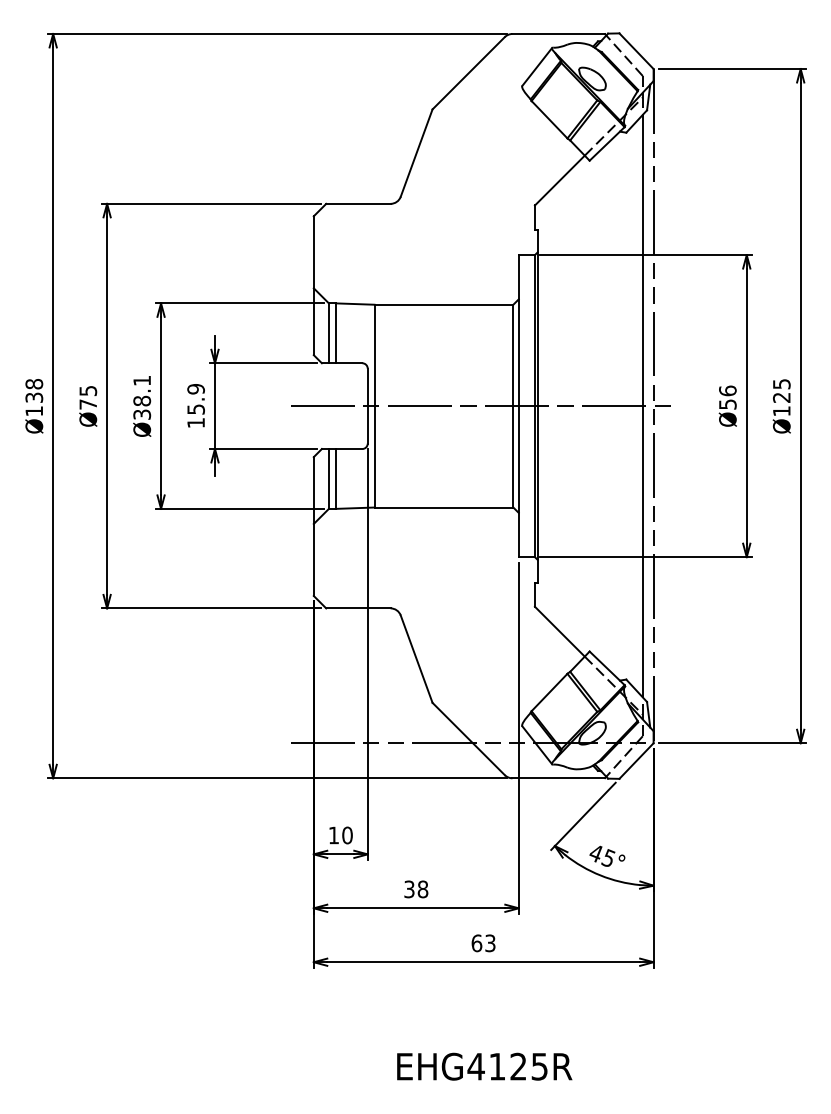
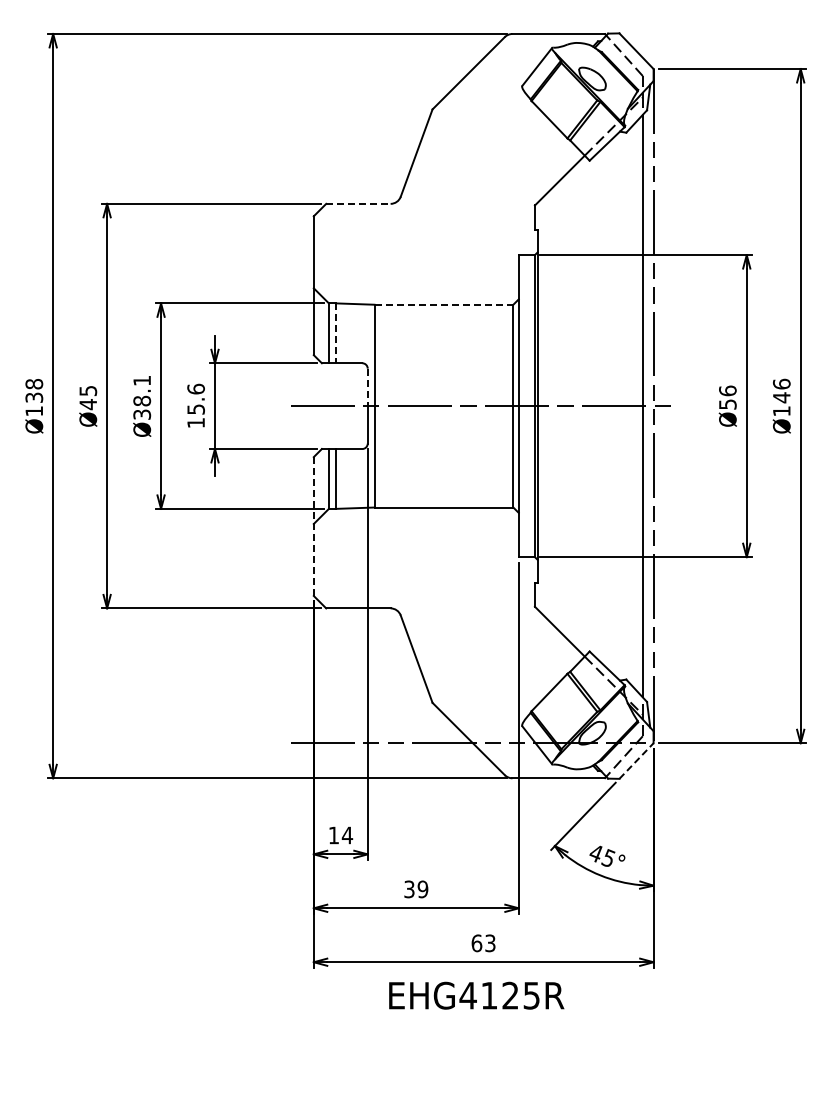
line at (358, 203): solid -> dashed
line at (444, 304): solid -> dashed
line at (335, 333): solid -> dashed
line at (367, 387): solid -> dashed
text at (195, 388): 15.9 -> 15.6
text at (781, 390): Ø125 -> Ø146
text at (87, 404): Ø75 -> Ø45
line at (313, 526): solid -> dashed
line at (636, 761): solid -> dashed
text at (347, 835): 10 -> 14
text at (422, 889): 38 -> 39
text at (484, 1066) position: (484, 1066) -> (476, 995)
